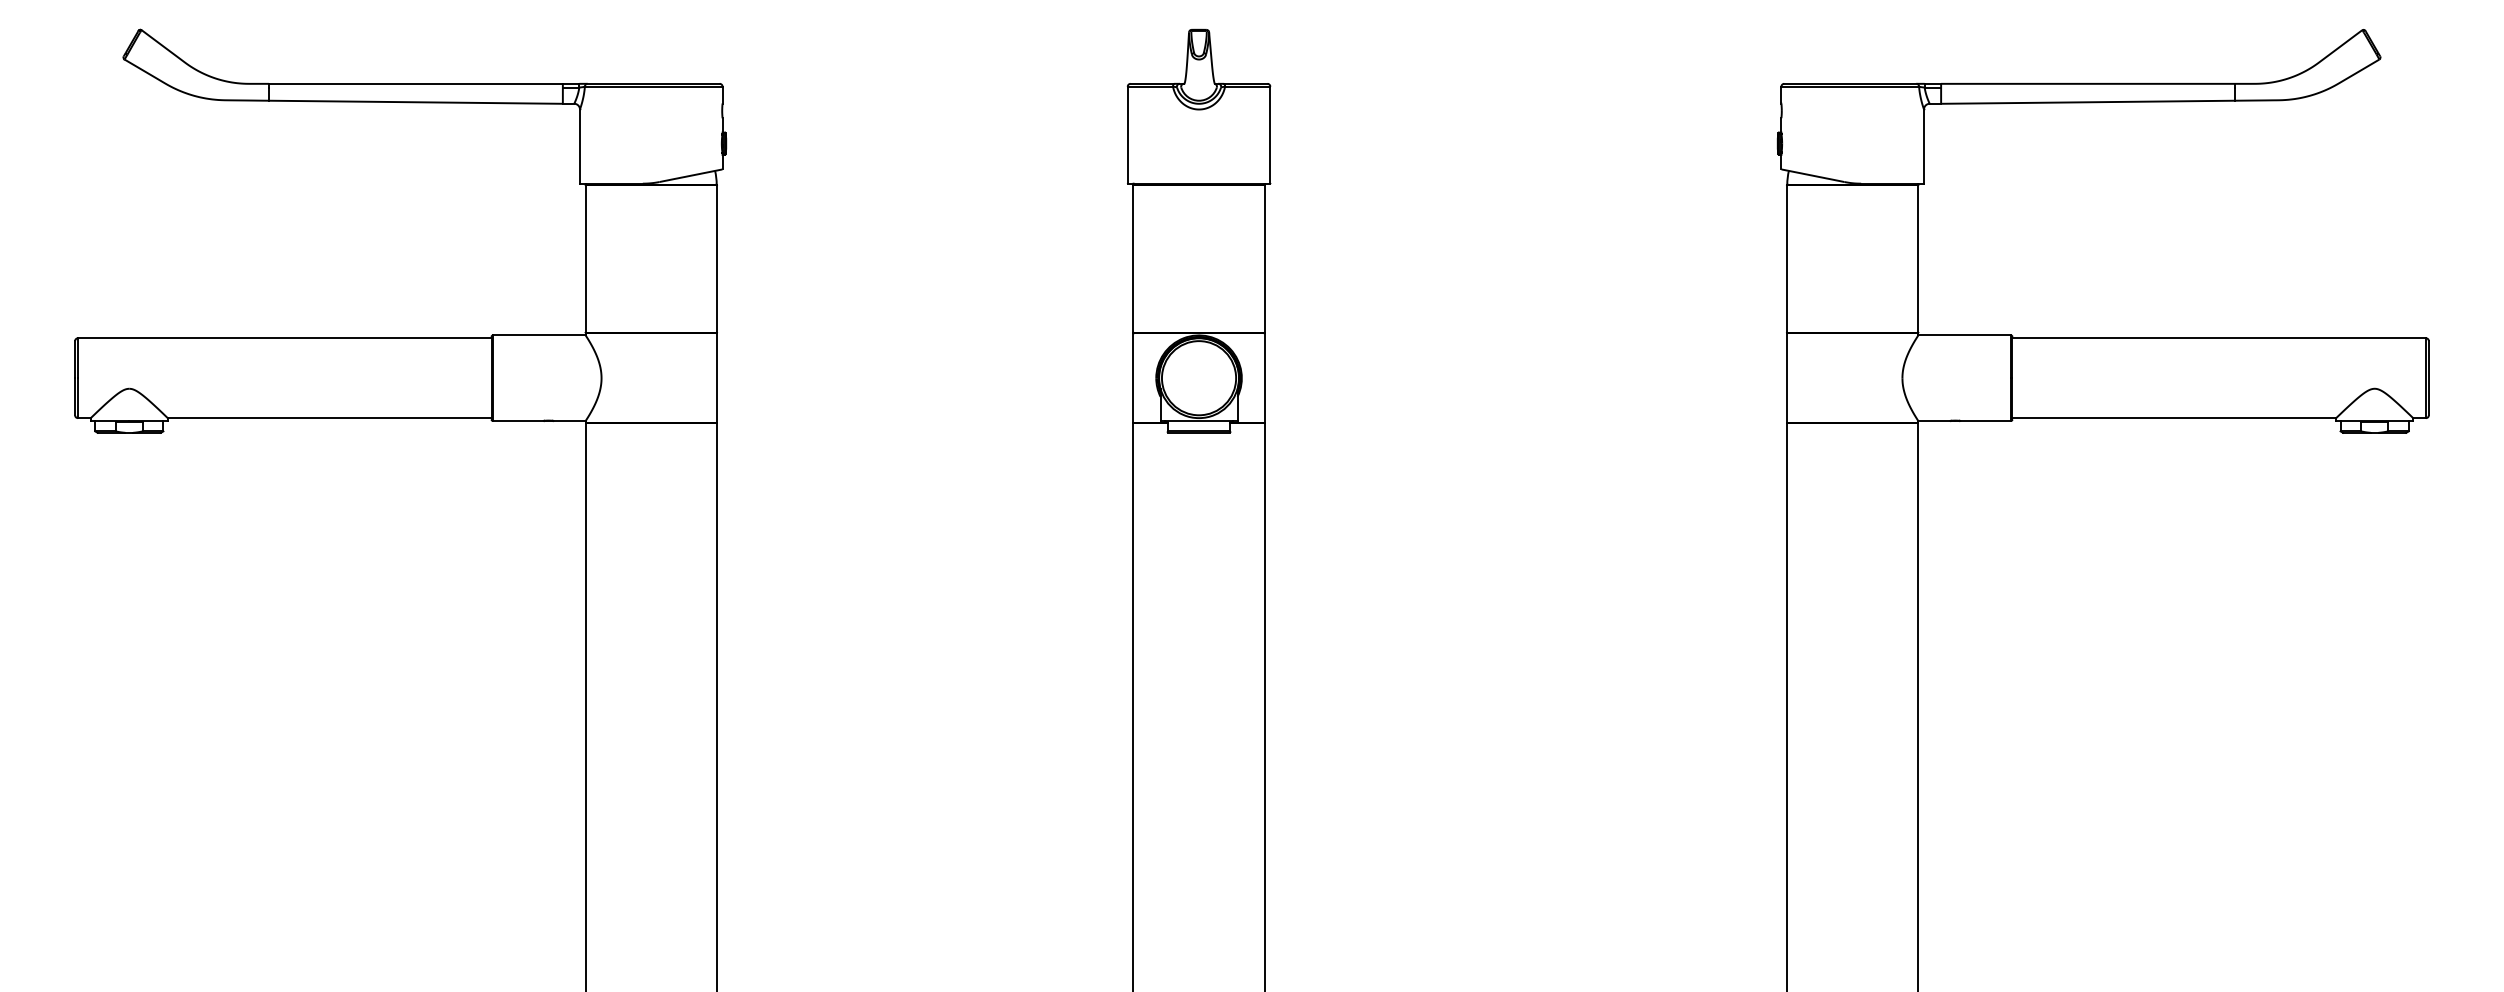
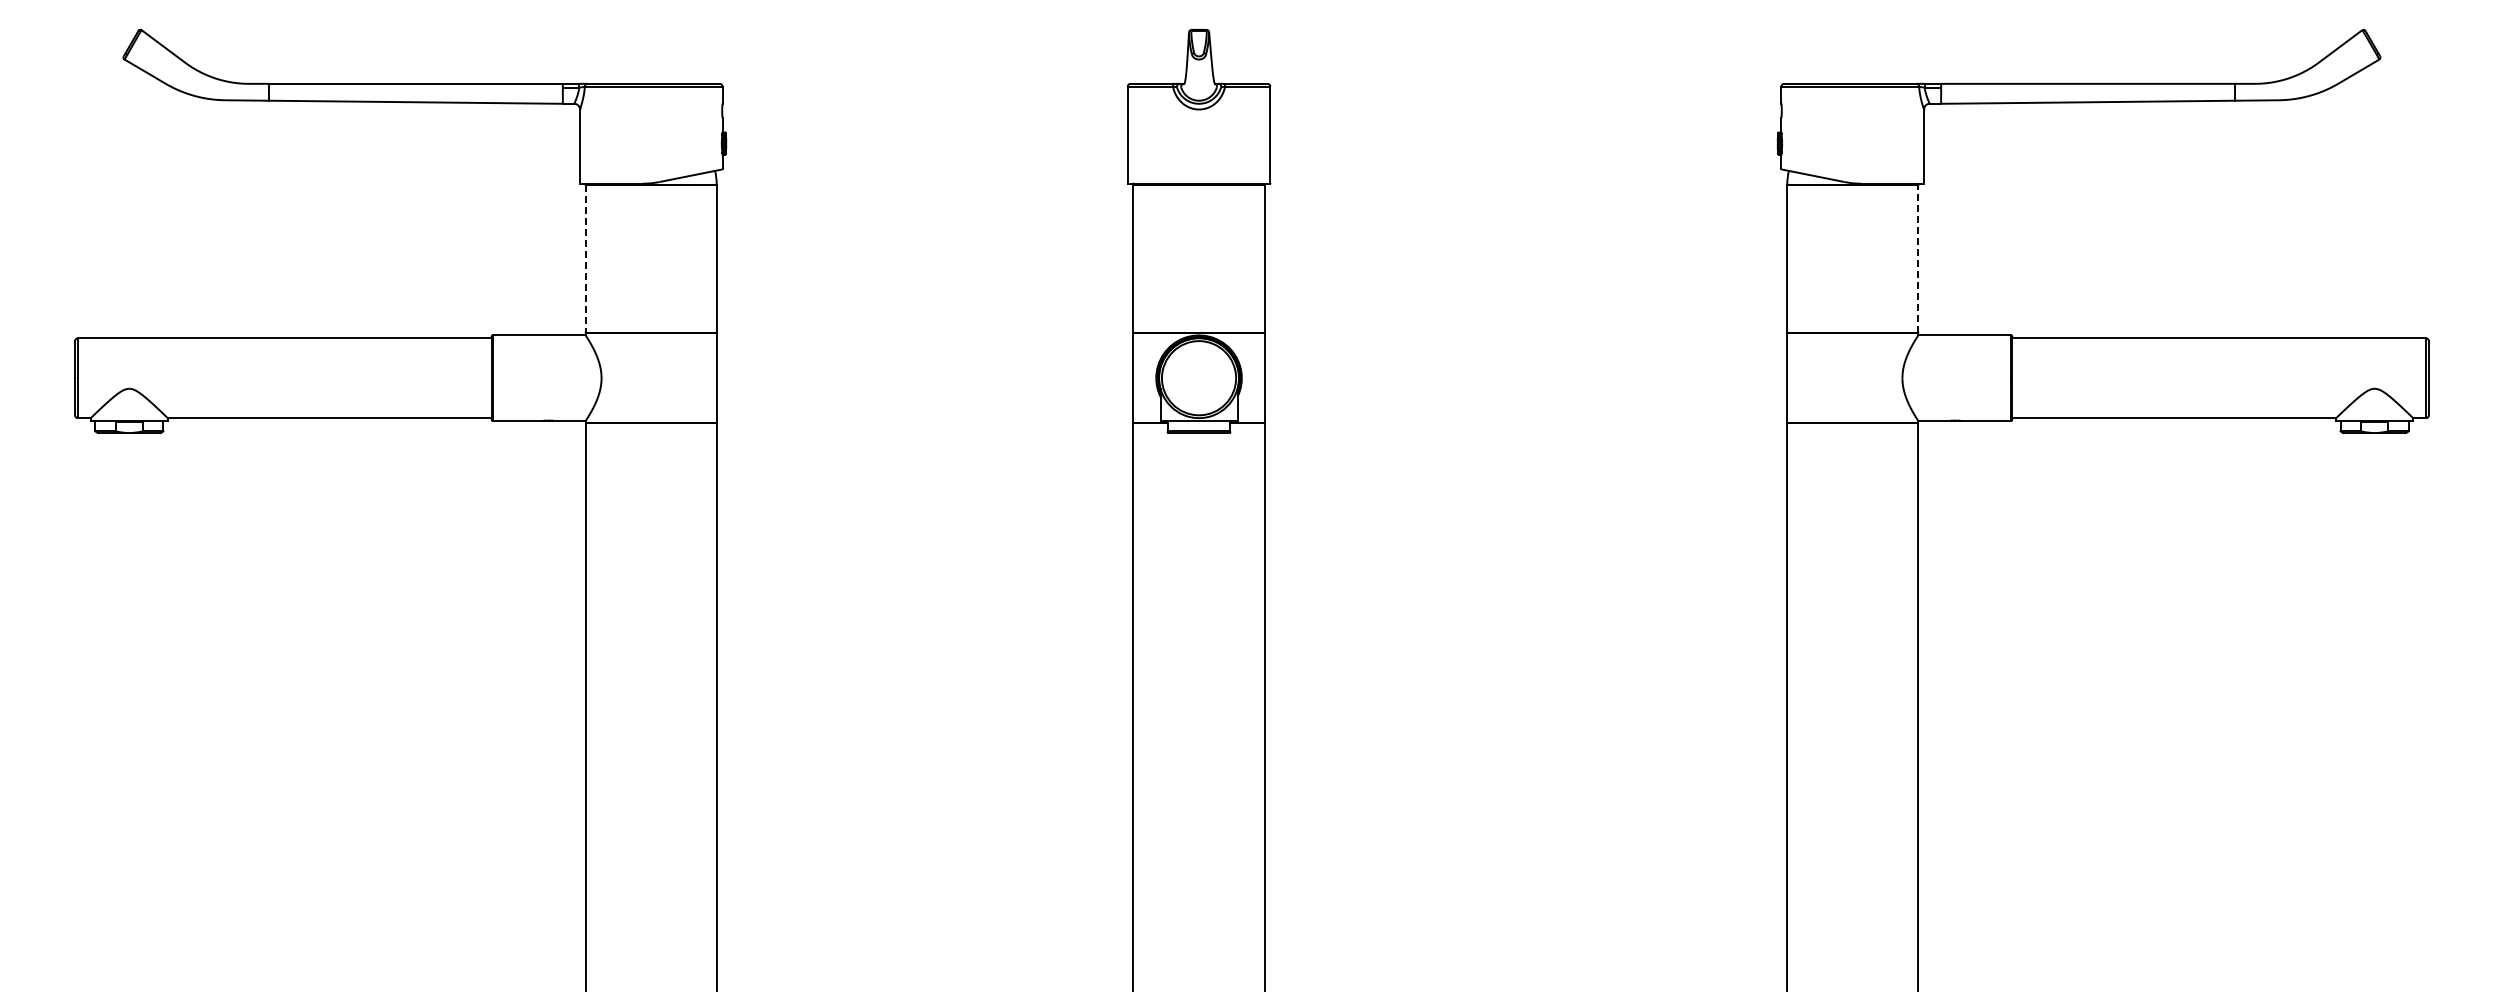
line at (585, 258): solid -> dashed
line at (1918, 258): solid -> dashed
